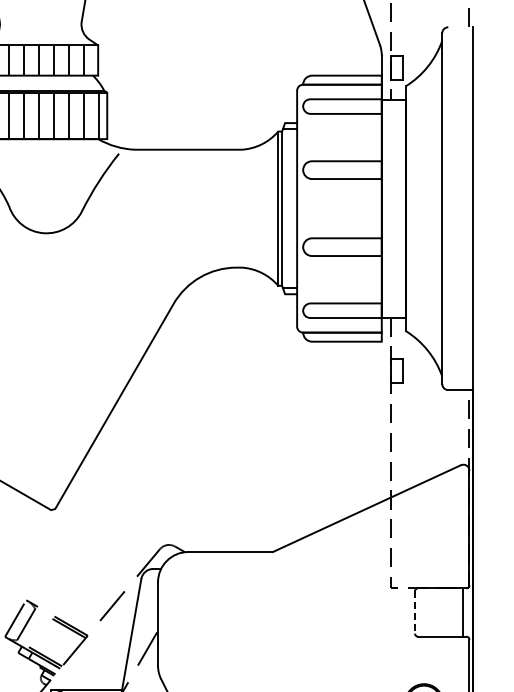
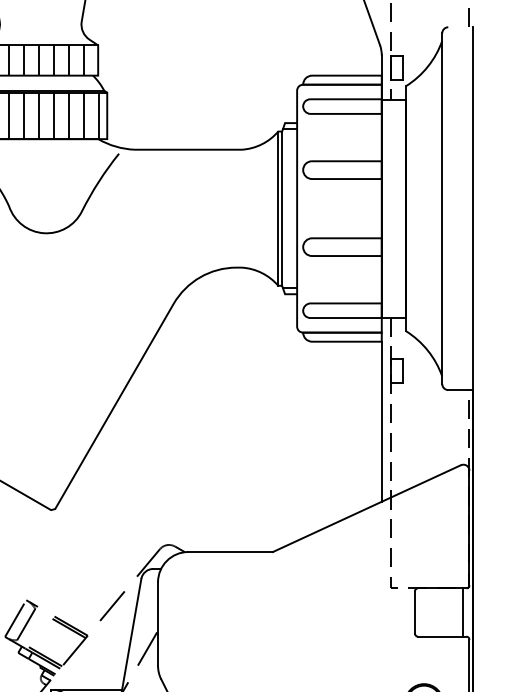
line at (381, 421): none -> present
line at (415, 612): dashed -> solid
